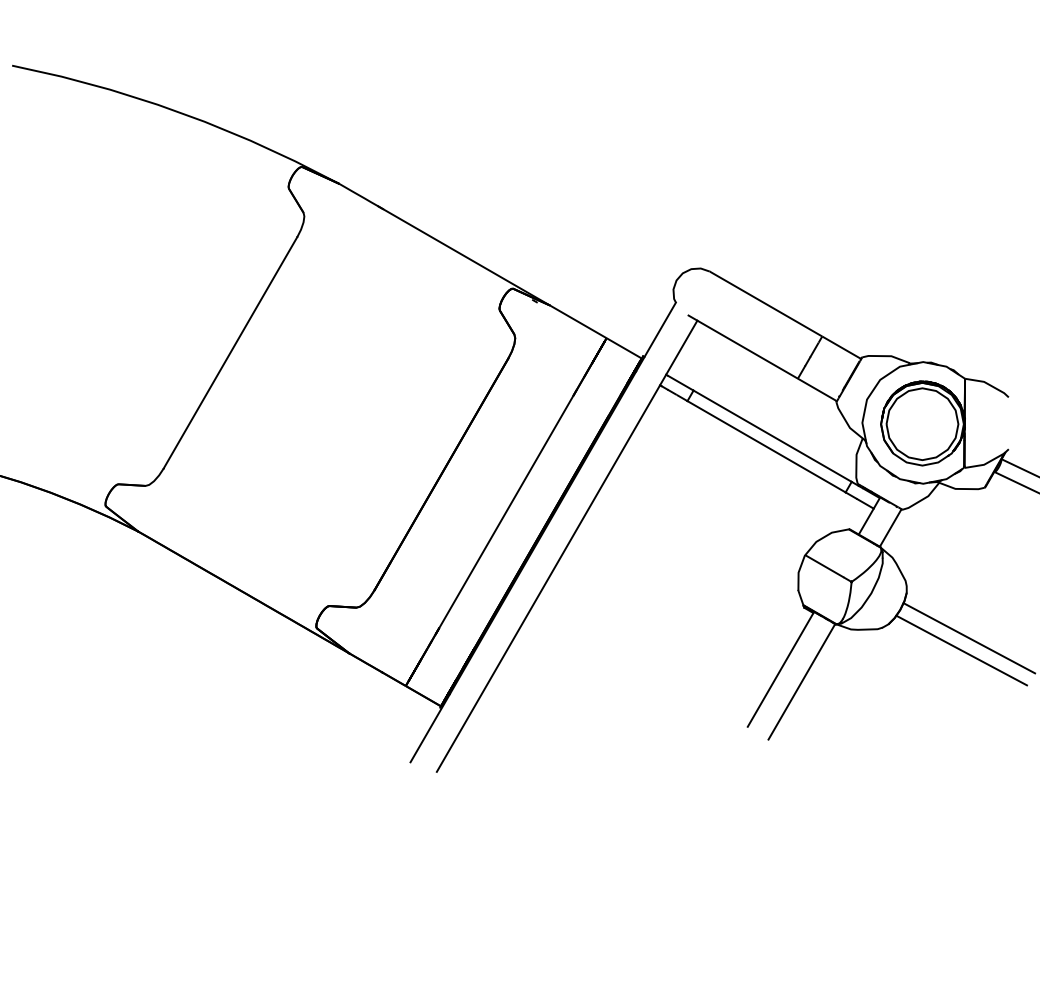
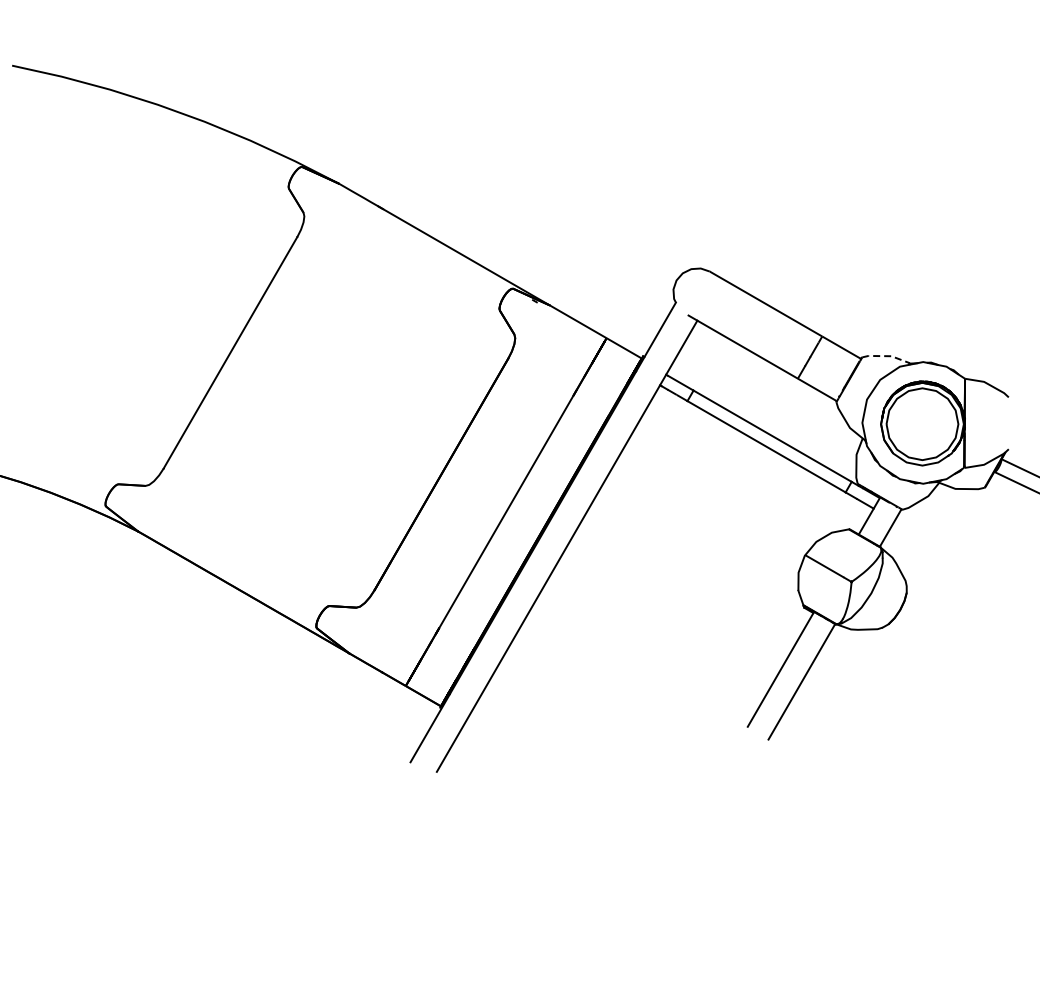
line at (886, 356): solid -> dashed
line at (969, 638): present -> none
line at (961, 650): present -> none
